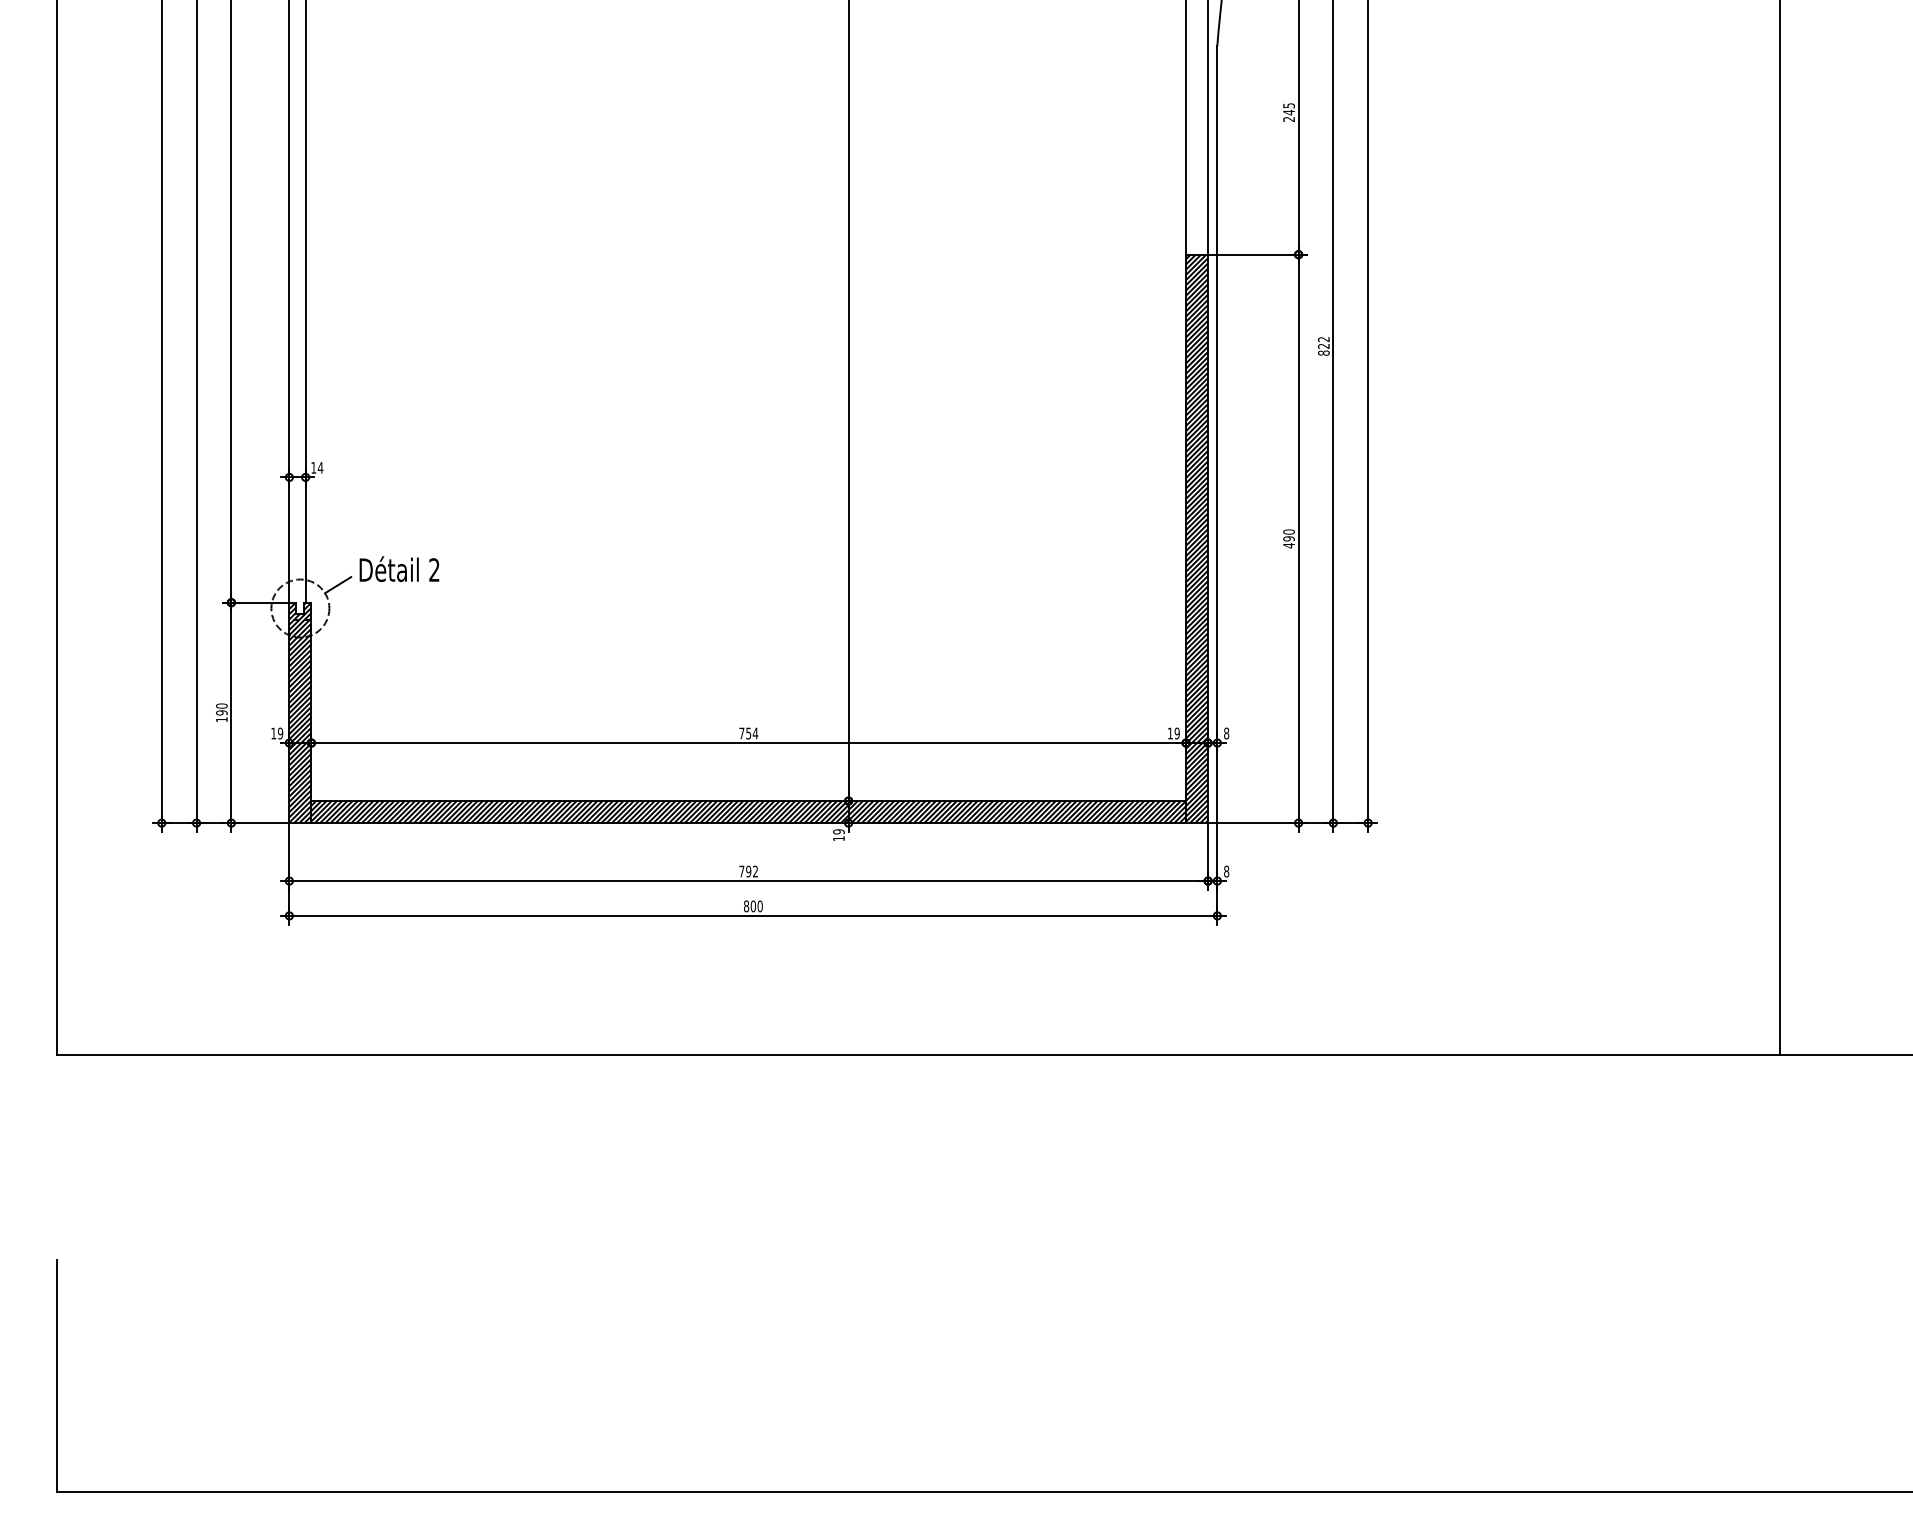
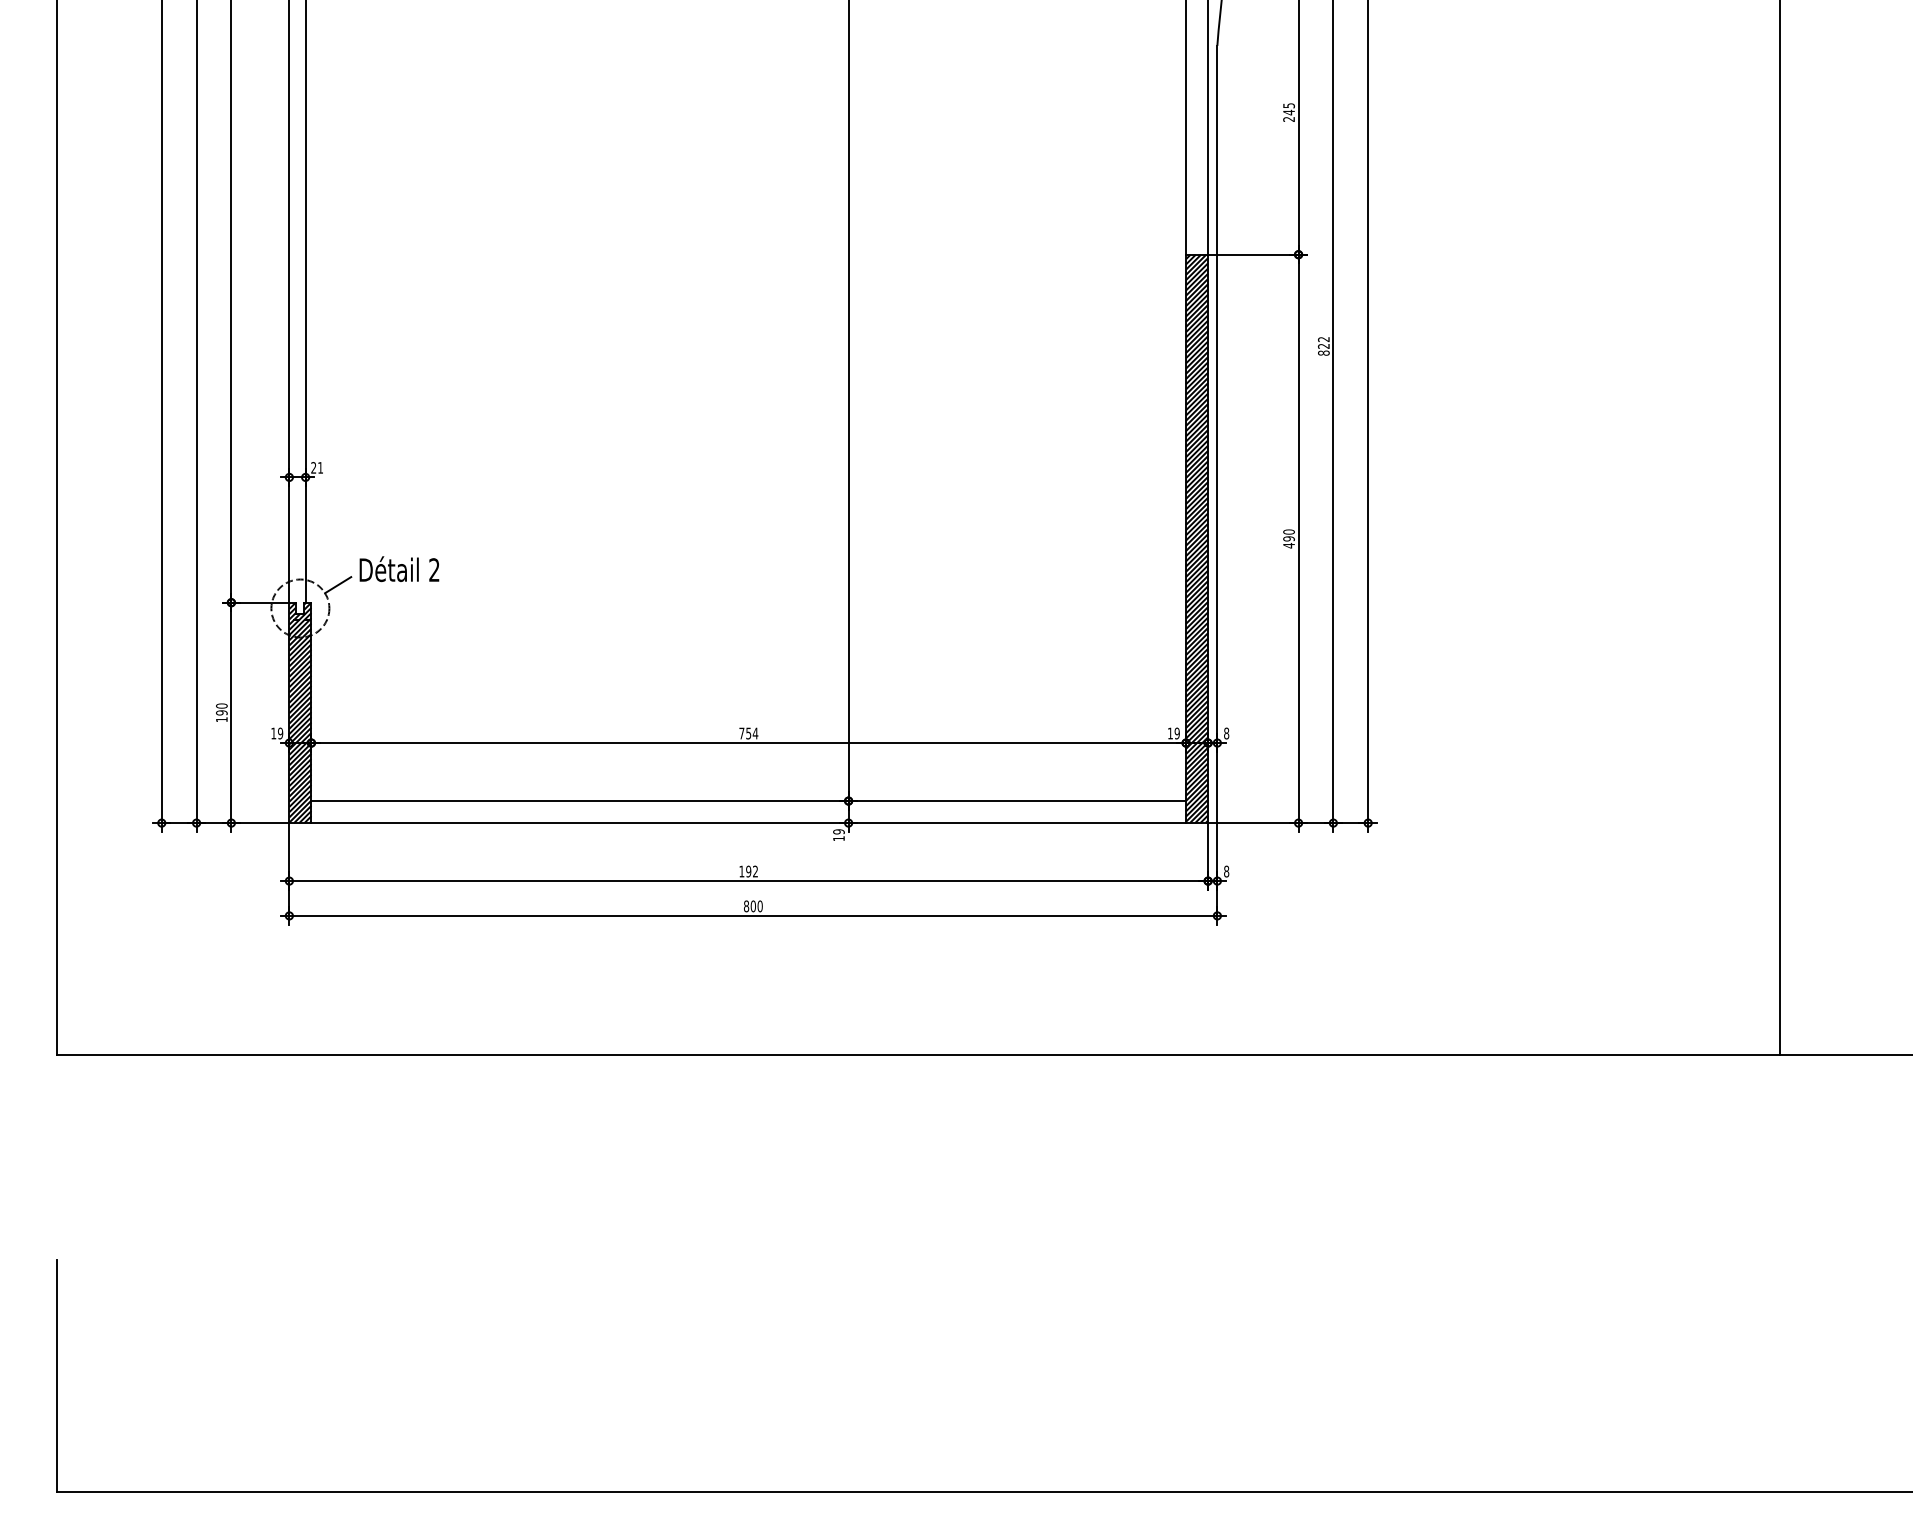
text at (317, 467): 14 -> 21
hatch at (748, 812): present -> none
text at (741, 871): 792 -> 192
